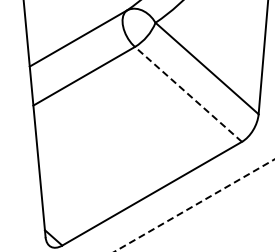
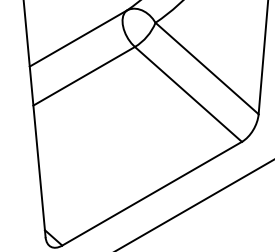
line at (188, 94): dashed -> solid
line at (194, 205): dashed -> solid
